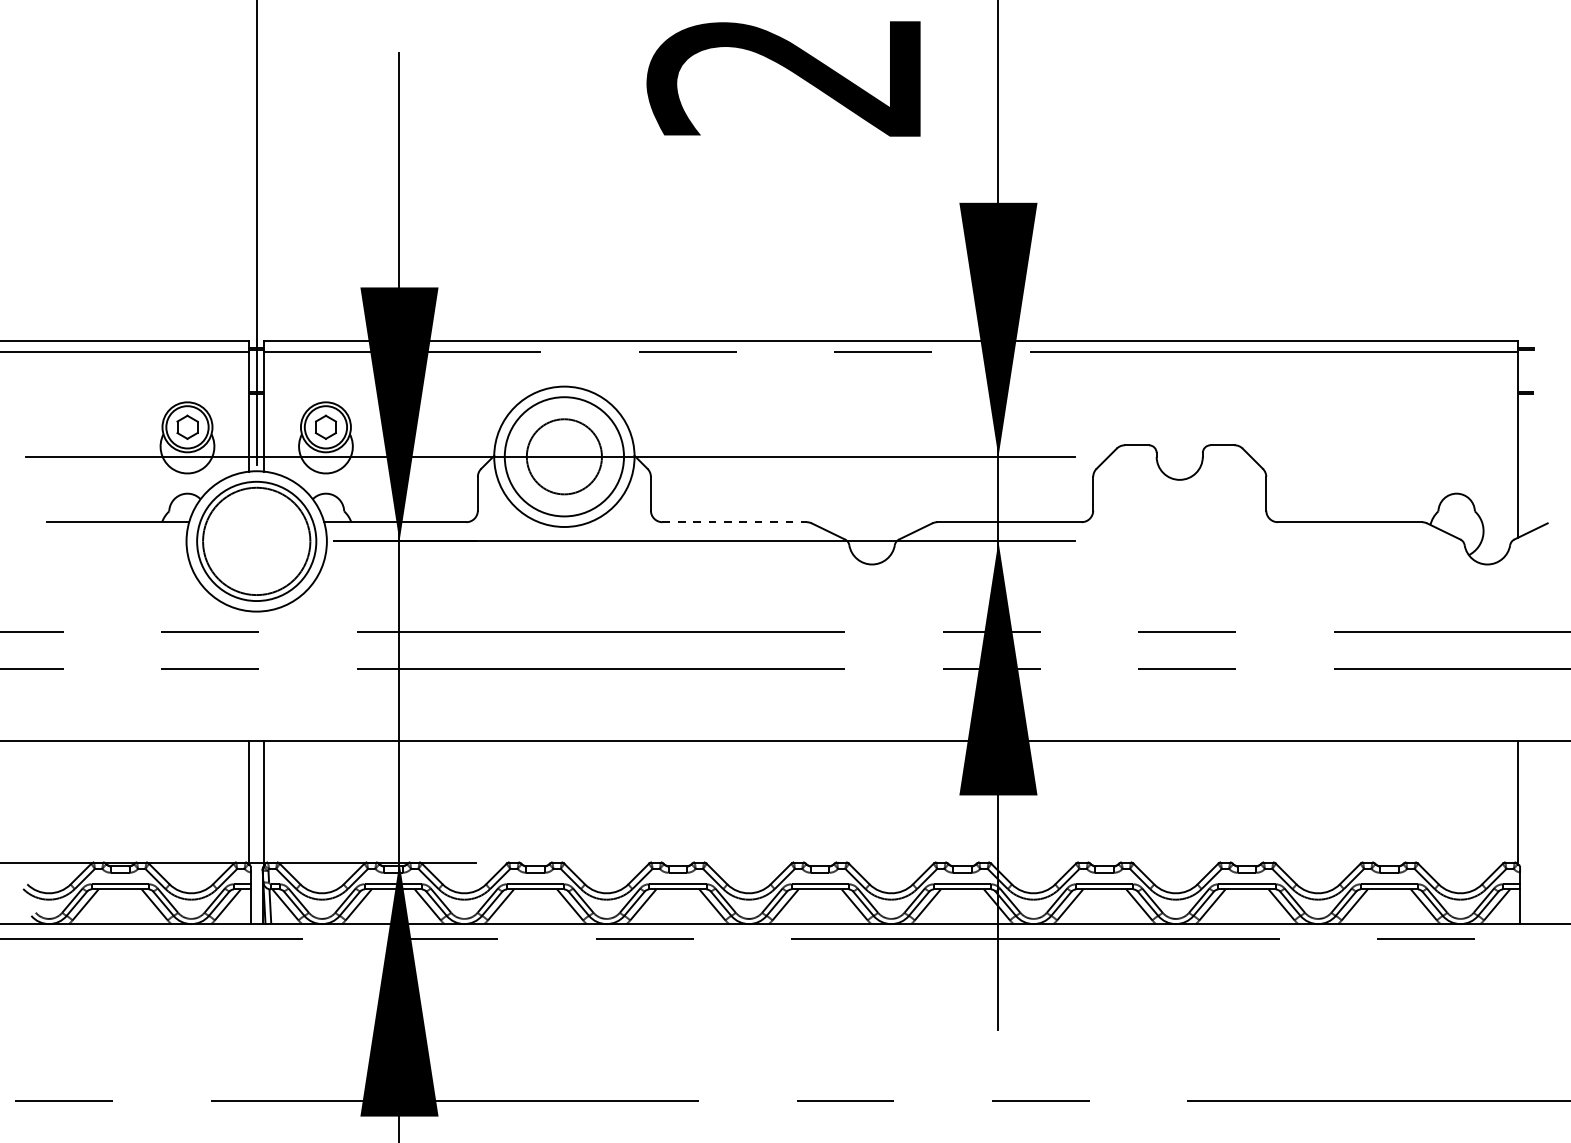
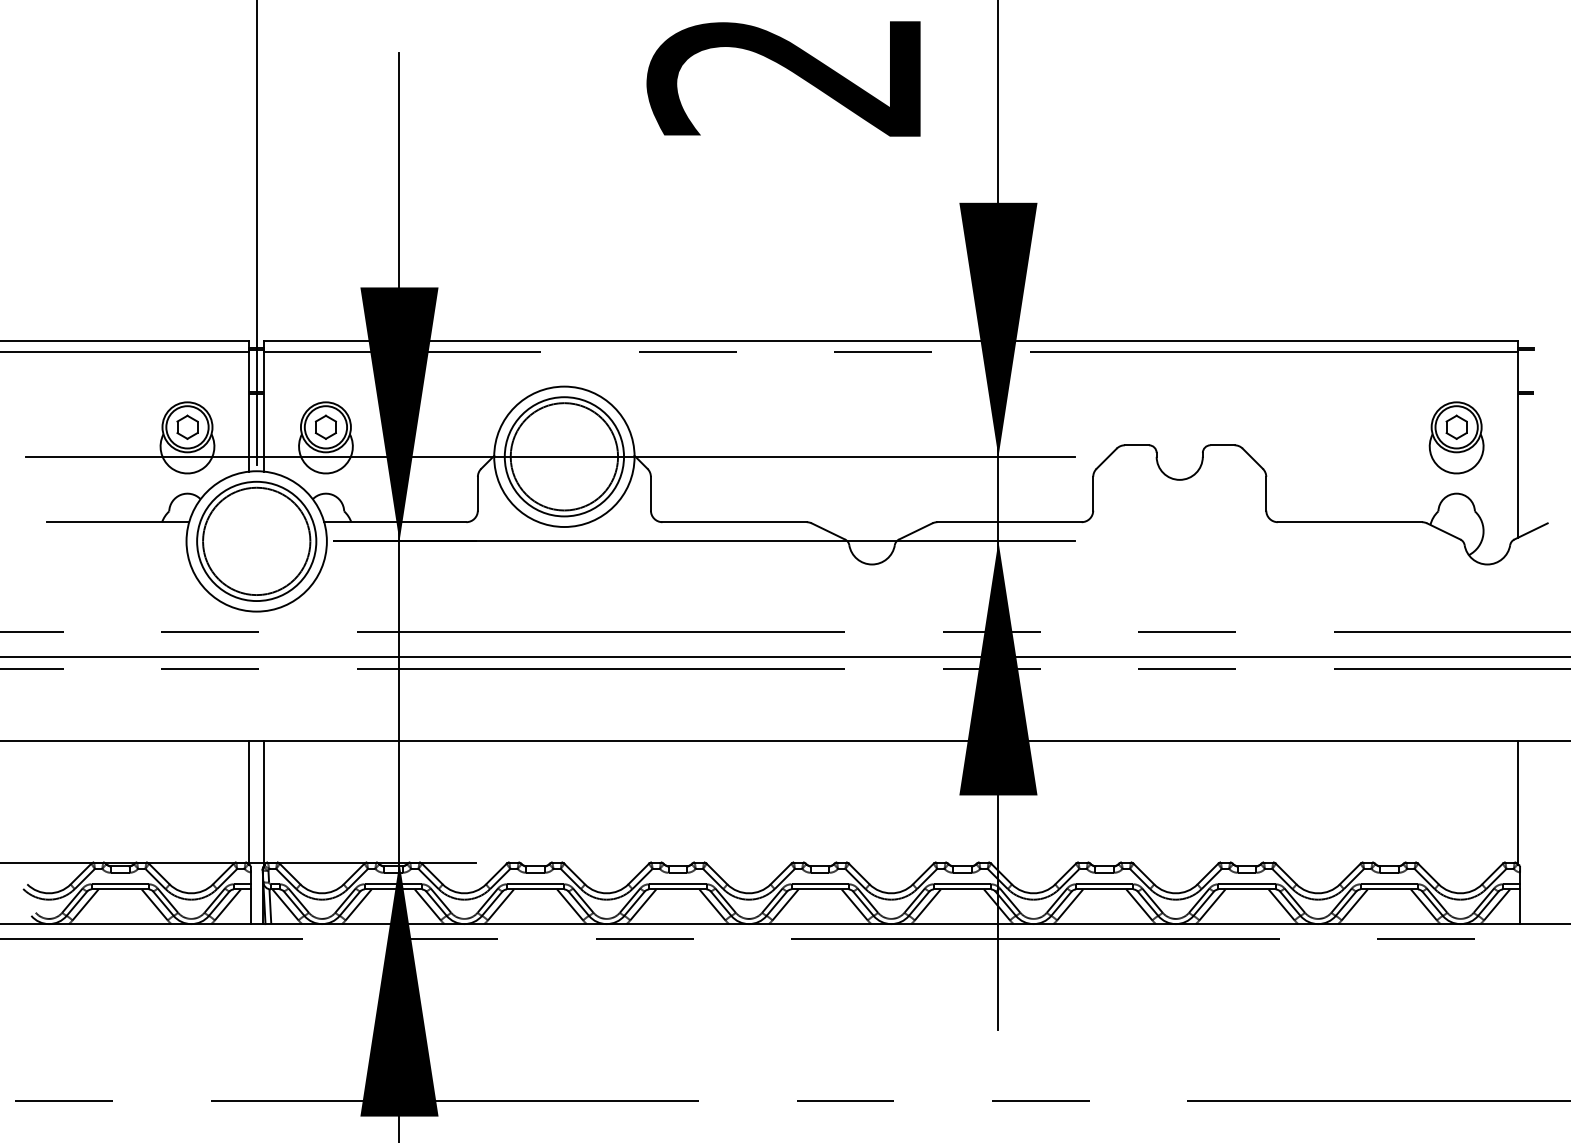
part at (1456, 437): none -> present
circle at (563, 456) diameter: 75 px -> 107 px
line at (735, 522): dashed -> solid
line at (784, 656): none -> present
